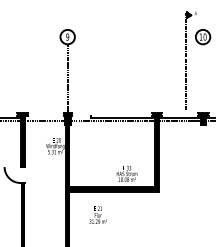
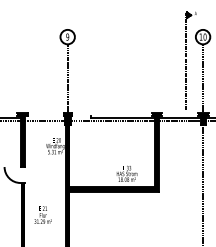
line at (203, 143): none -> present
text at (97, 214) position: (97, 214) -> (42, 214)
